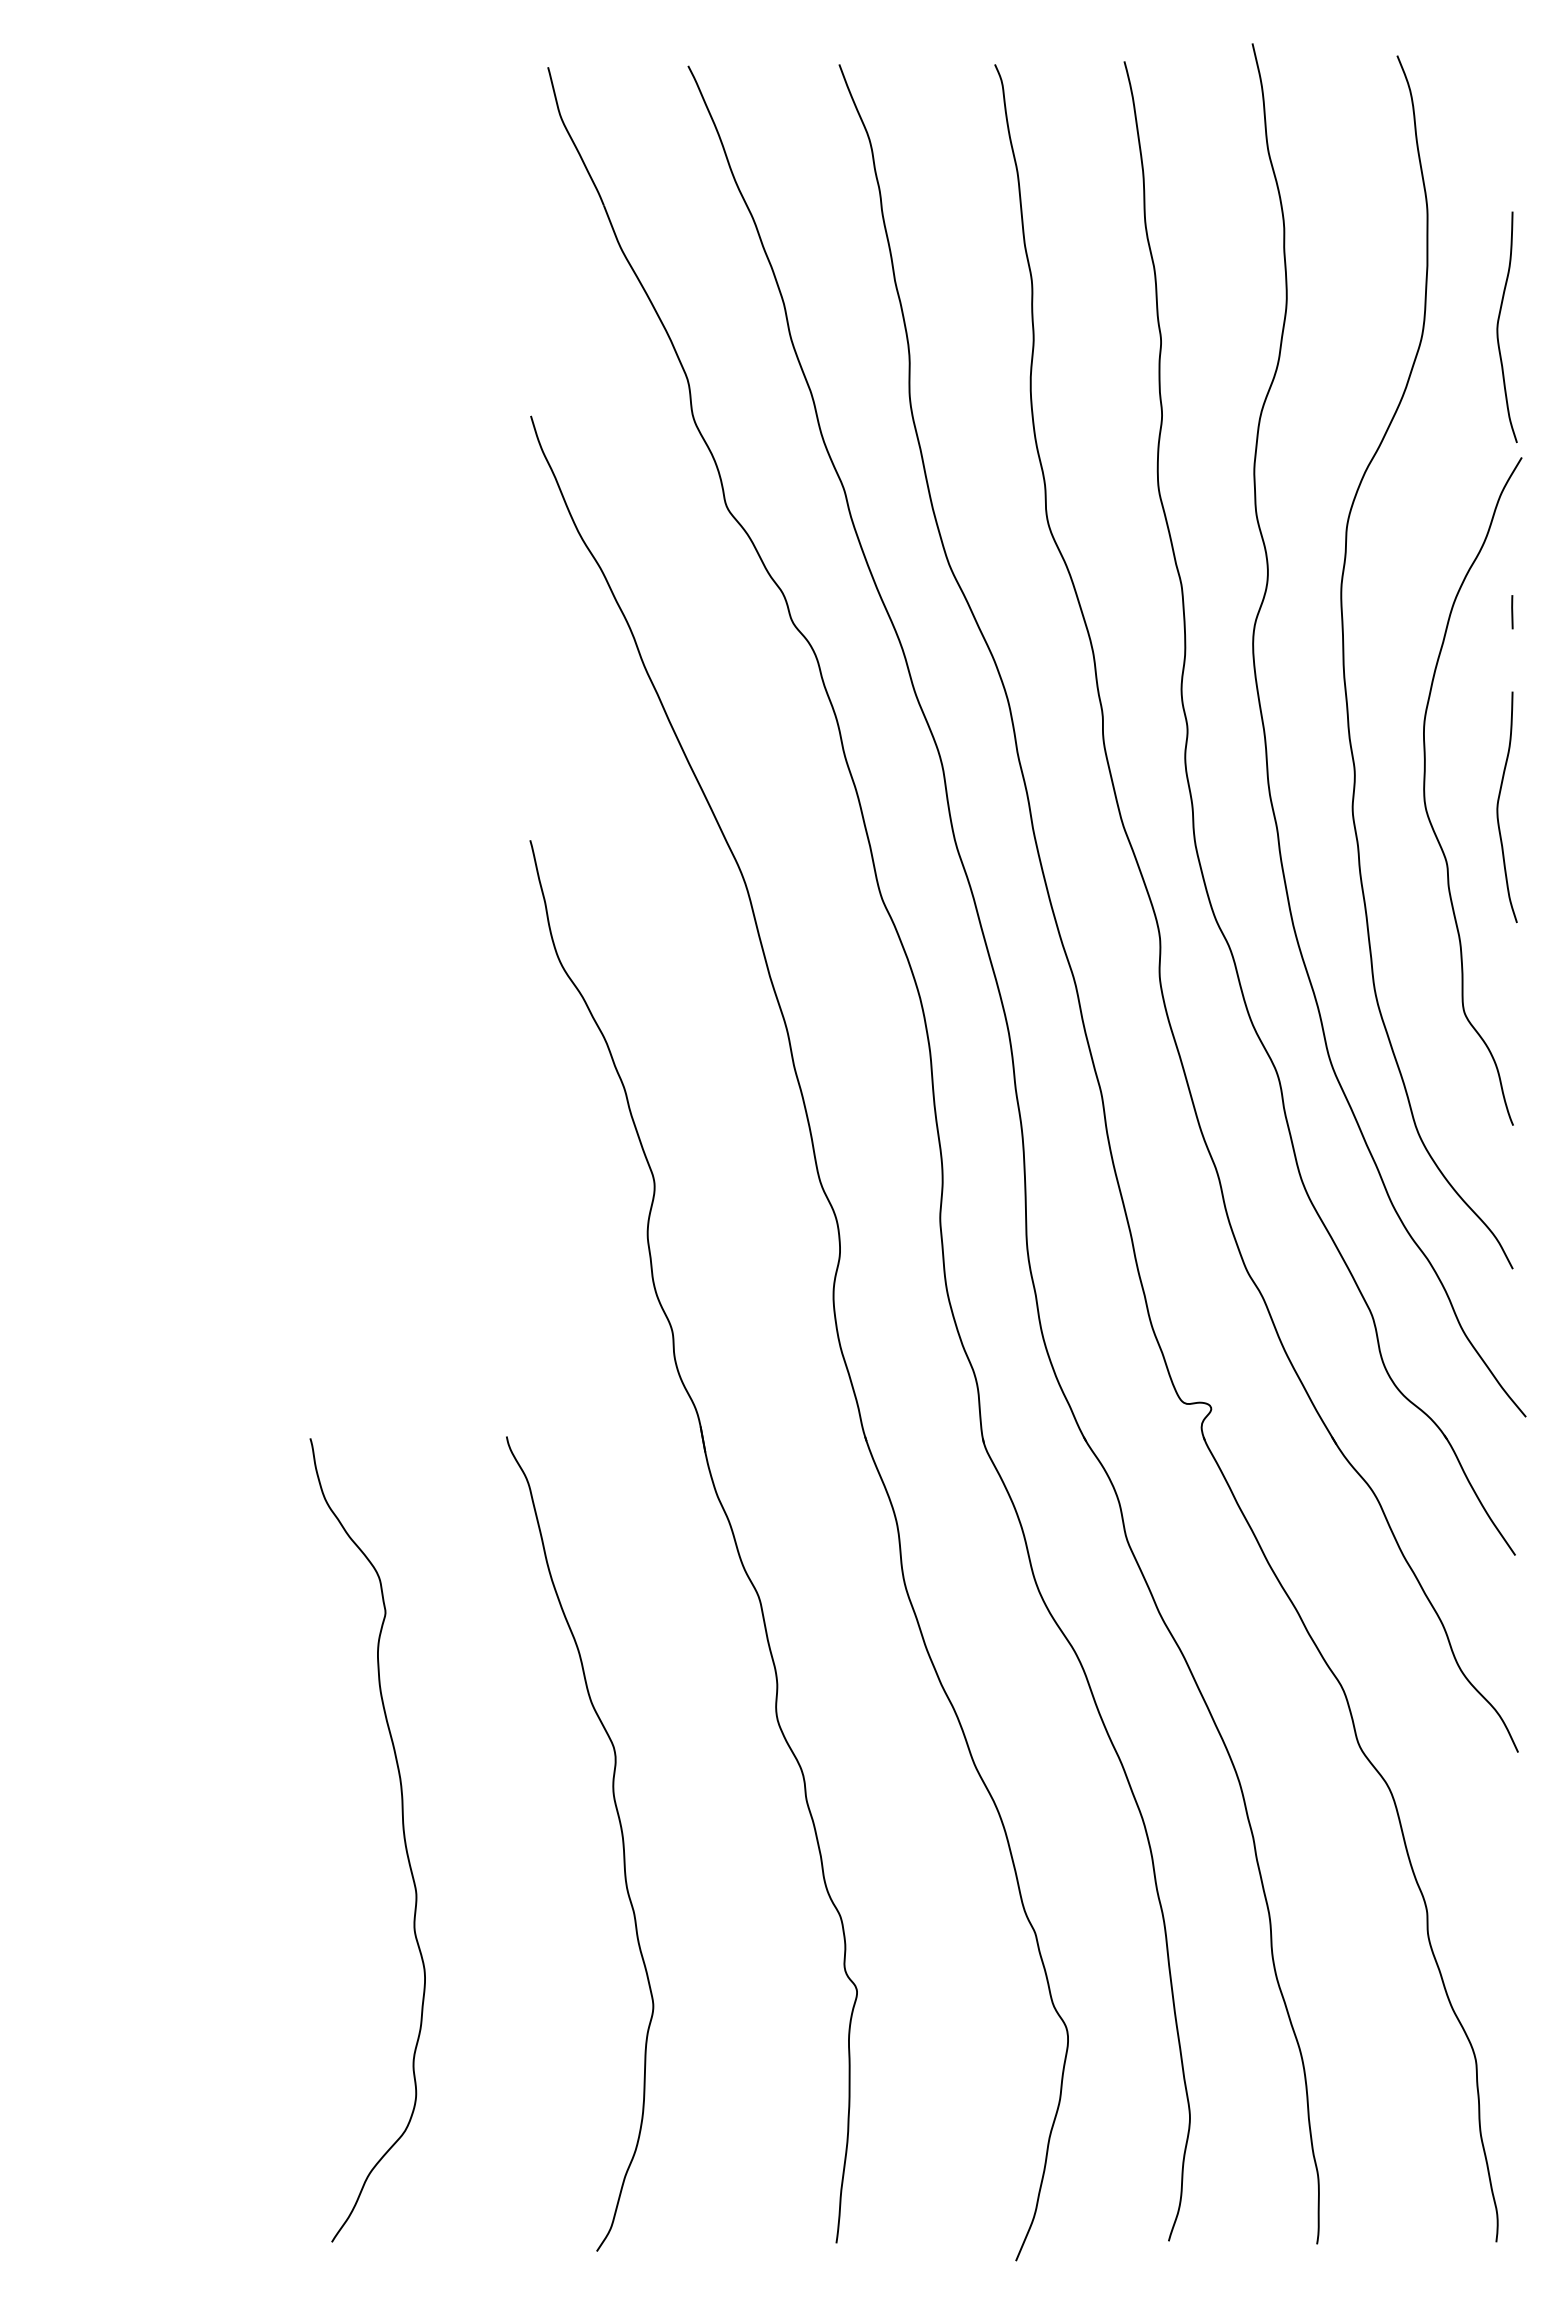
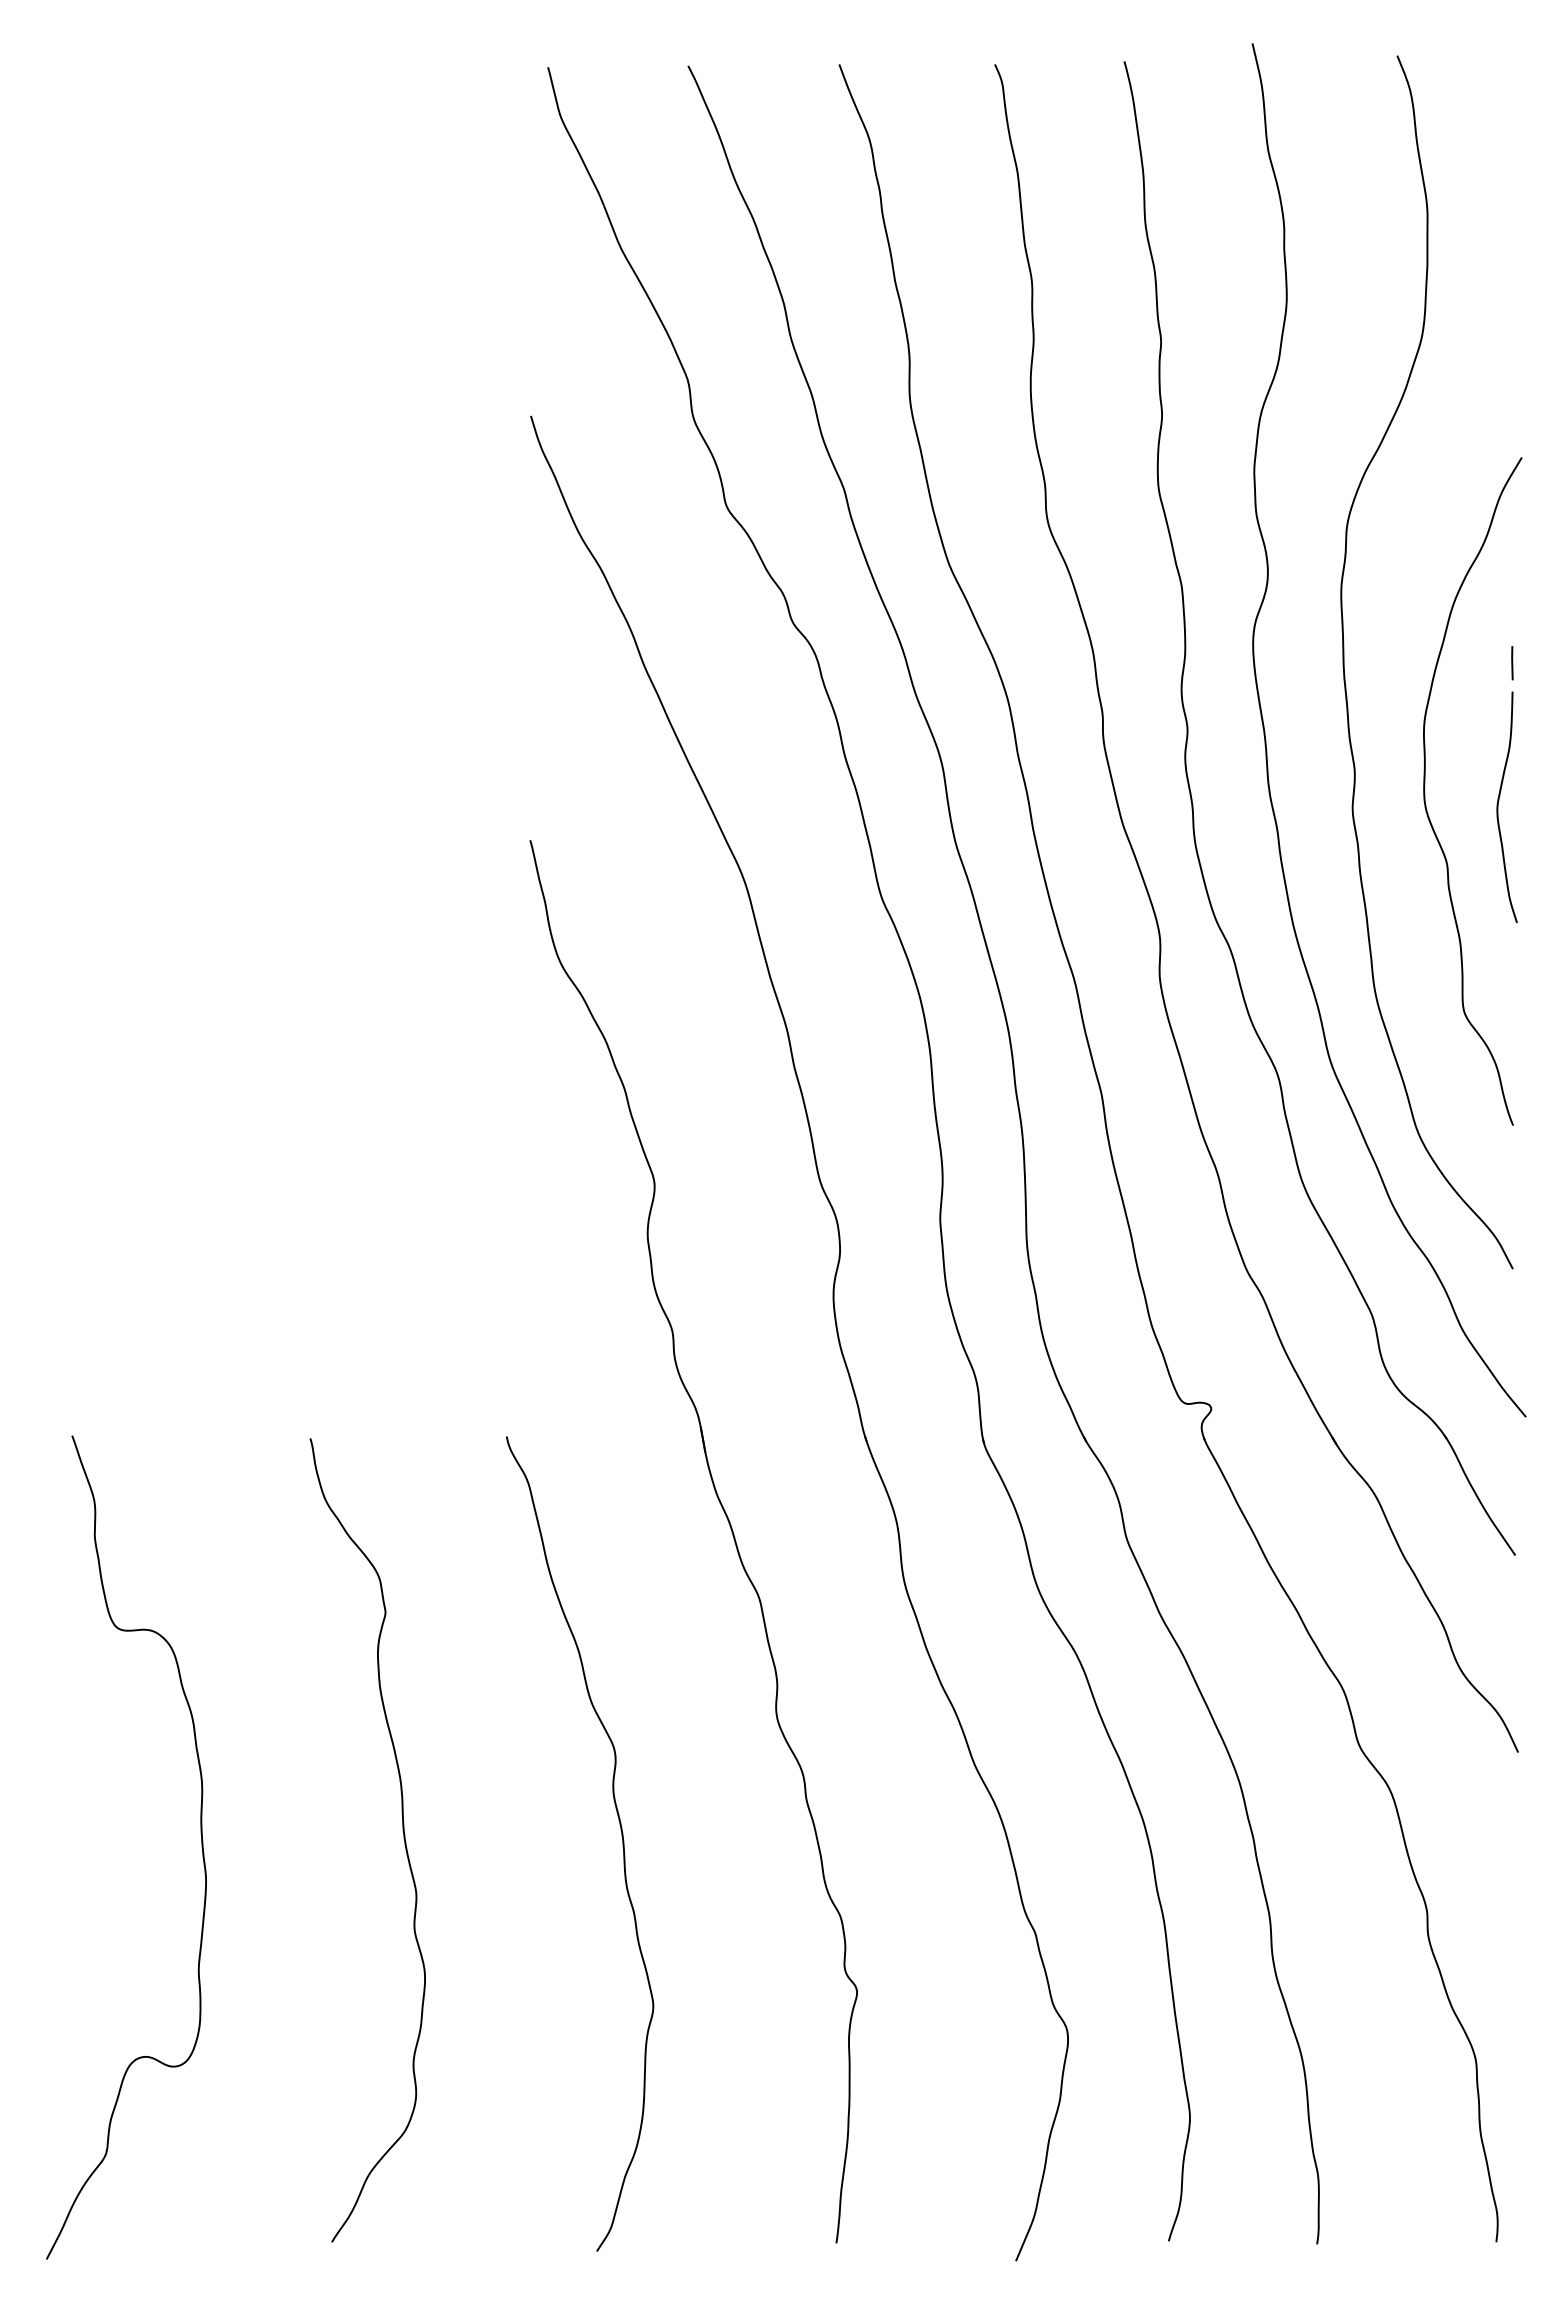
curve at (1498, 327): present -> none
line at (1512, 612) position: (1512, 612) -> (1512, 663)
curve at (201, 1847): none -> present
